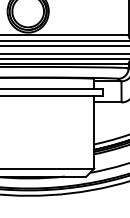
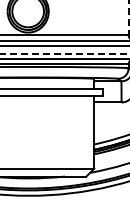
line at (128, 18): solid -> dashed
line at (65, 53): solid -> dashed
